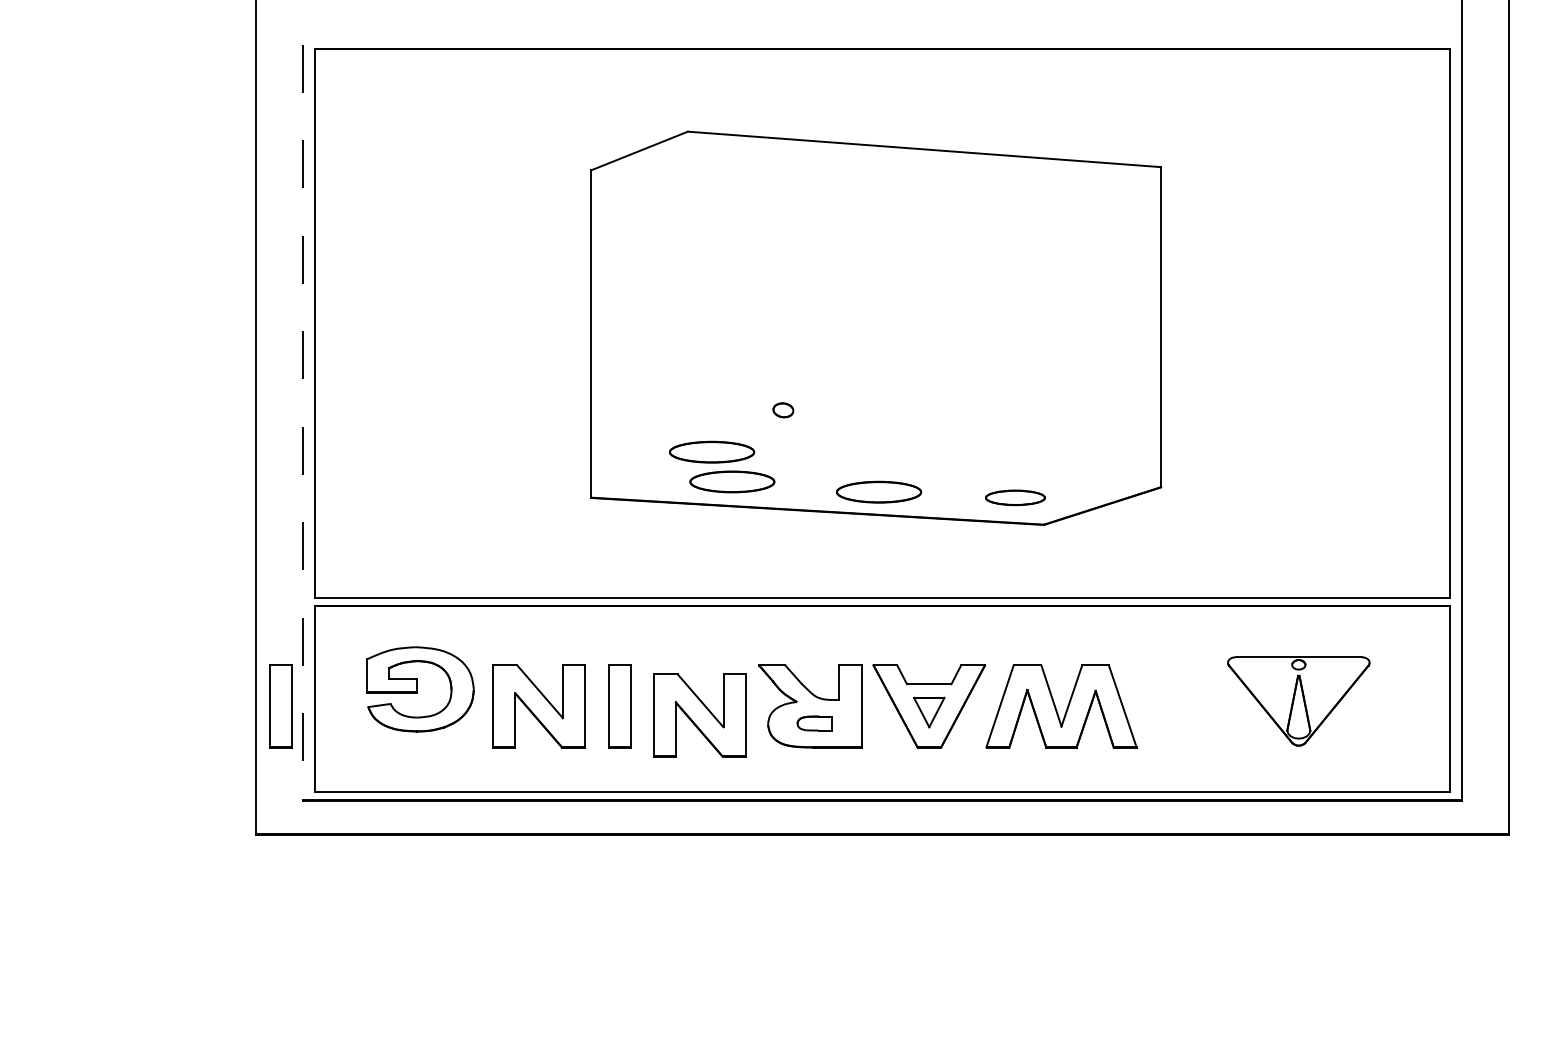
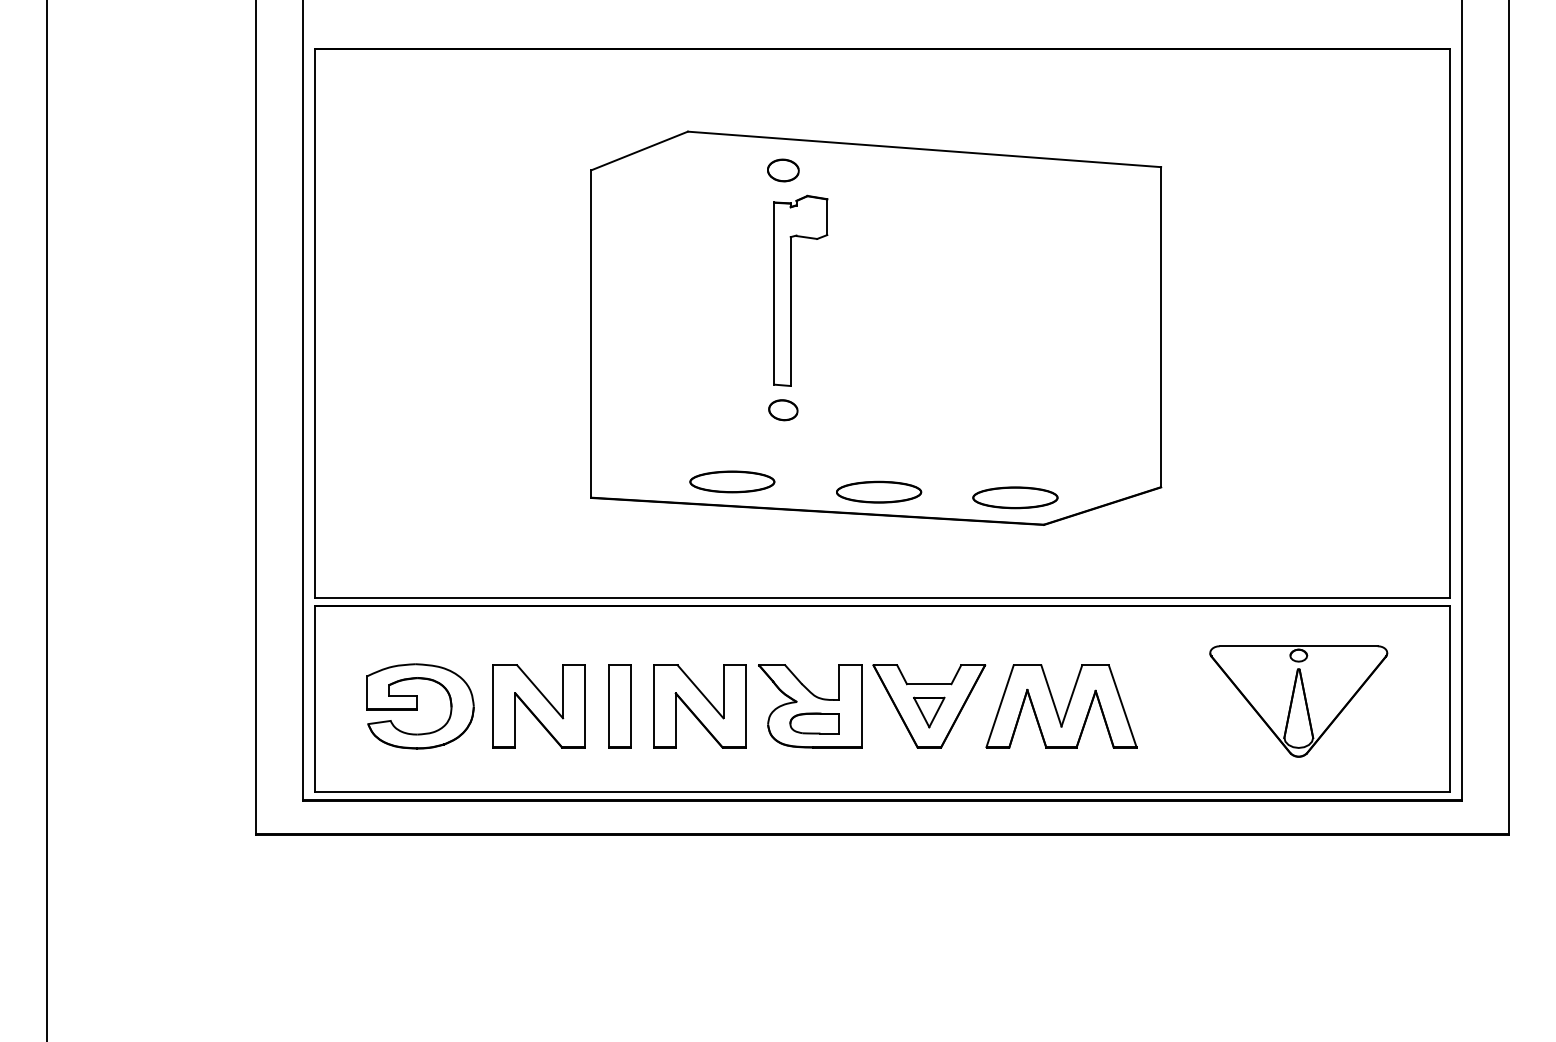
part at (783, 170): none -> present
part at (791, 290): none -> present
line at (303, 400): dashed -> solid
part at (783, 410) size: 23x17 px -> 31x23 px
part at (712, 451): present -> none
part at (1015, 497) size: 61x18 px -> 87x24 px
line at (46, 520): none -> present
part at (420, 689) position: (420, 689) -> (420, 706)
part at (1298, 701) size: 144x91 px -> 180x113 px
part at (280, 706): present -> none
part at (699, 715) position: (699, 715) -> (699, 706)
part at (814, 723) size: 37x17 px -> 51x23 px
